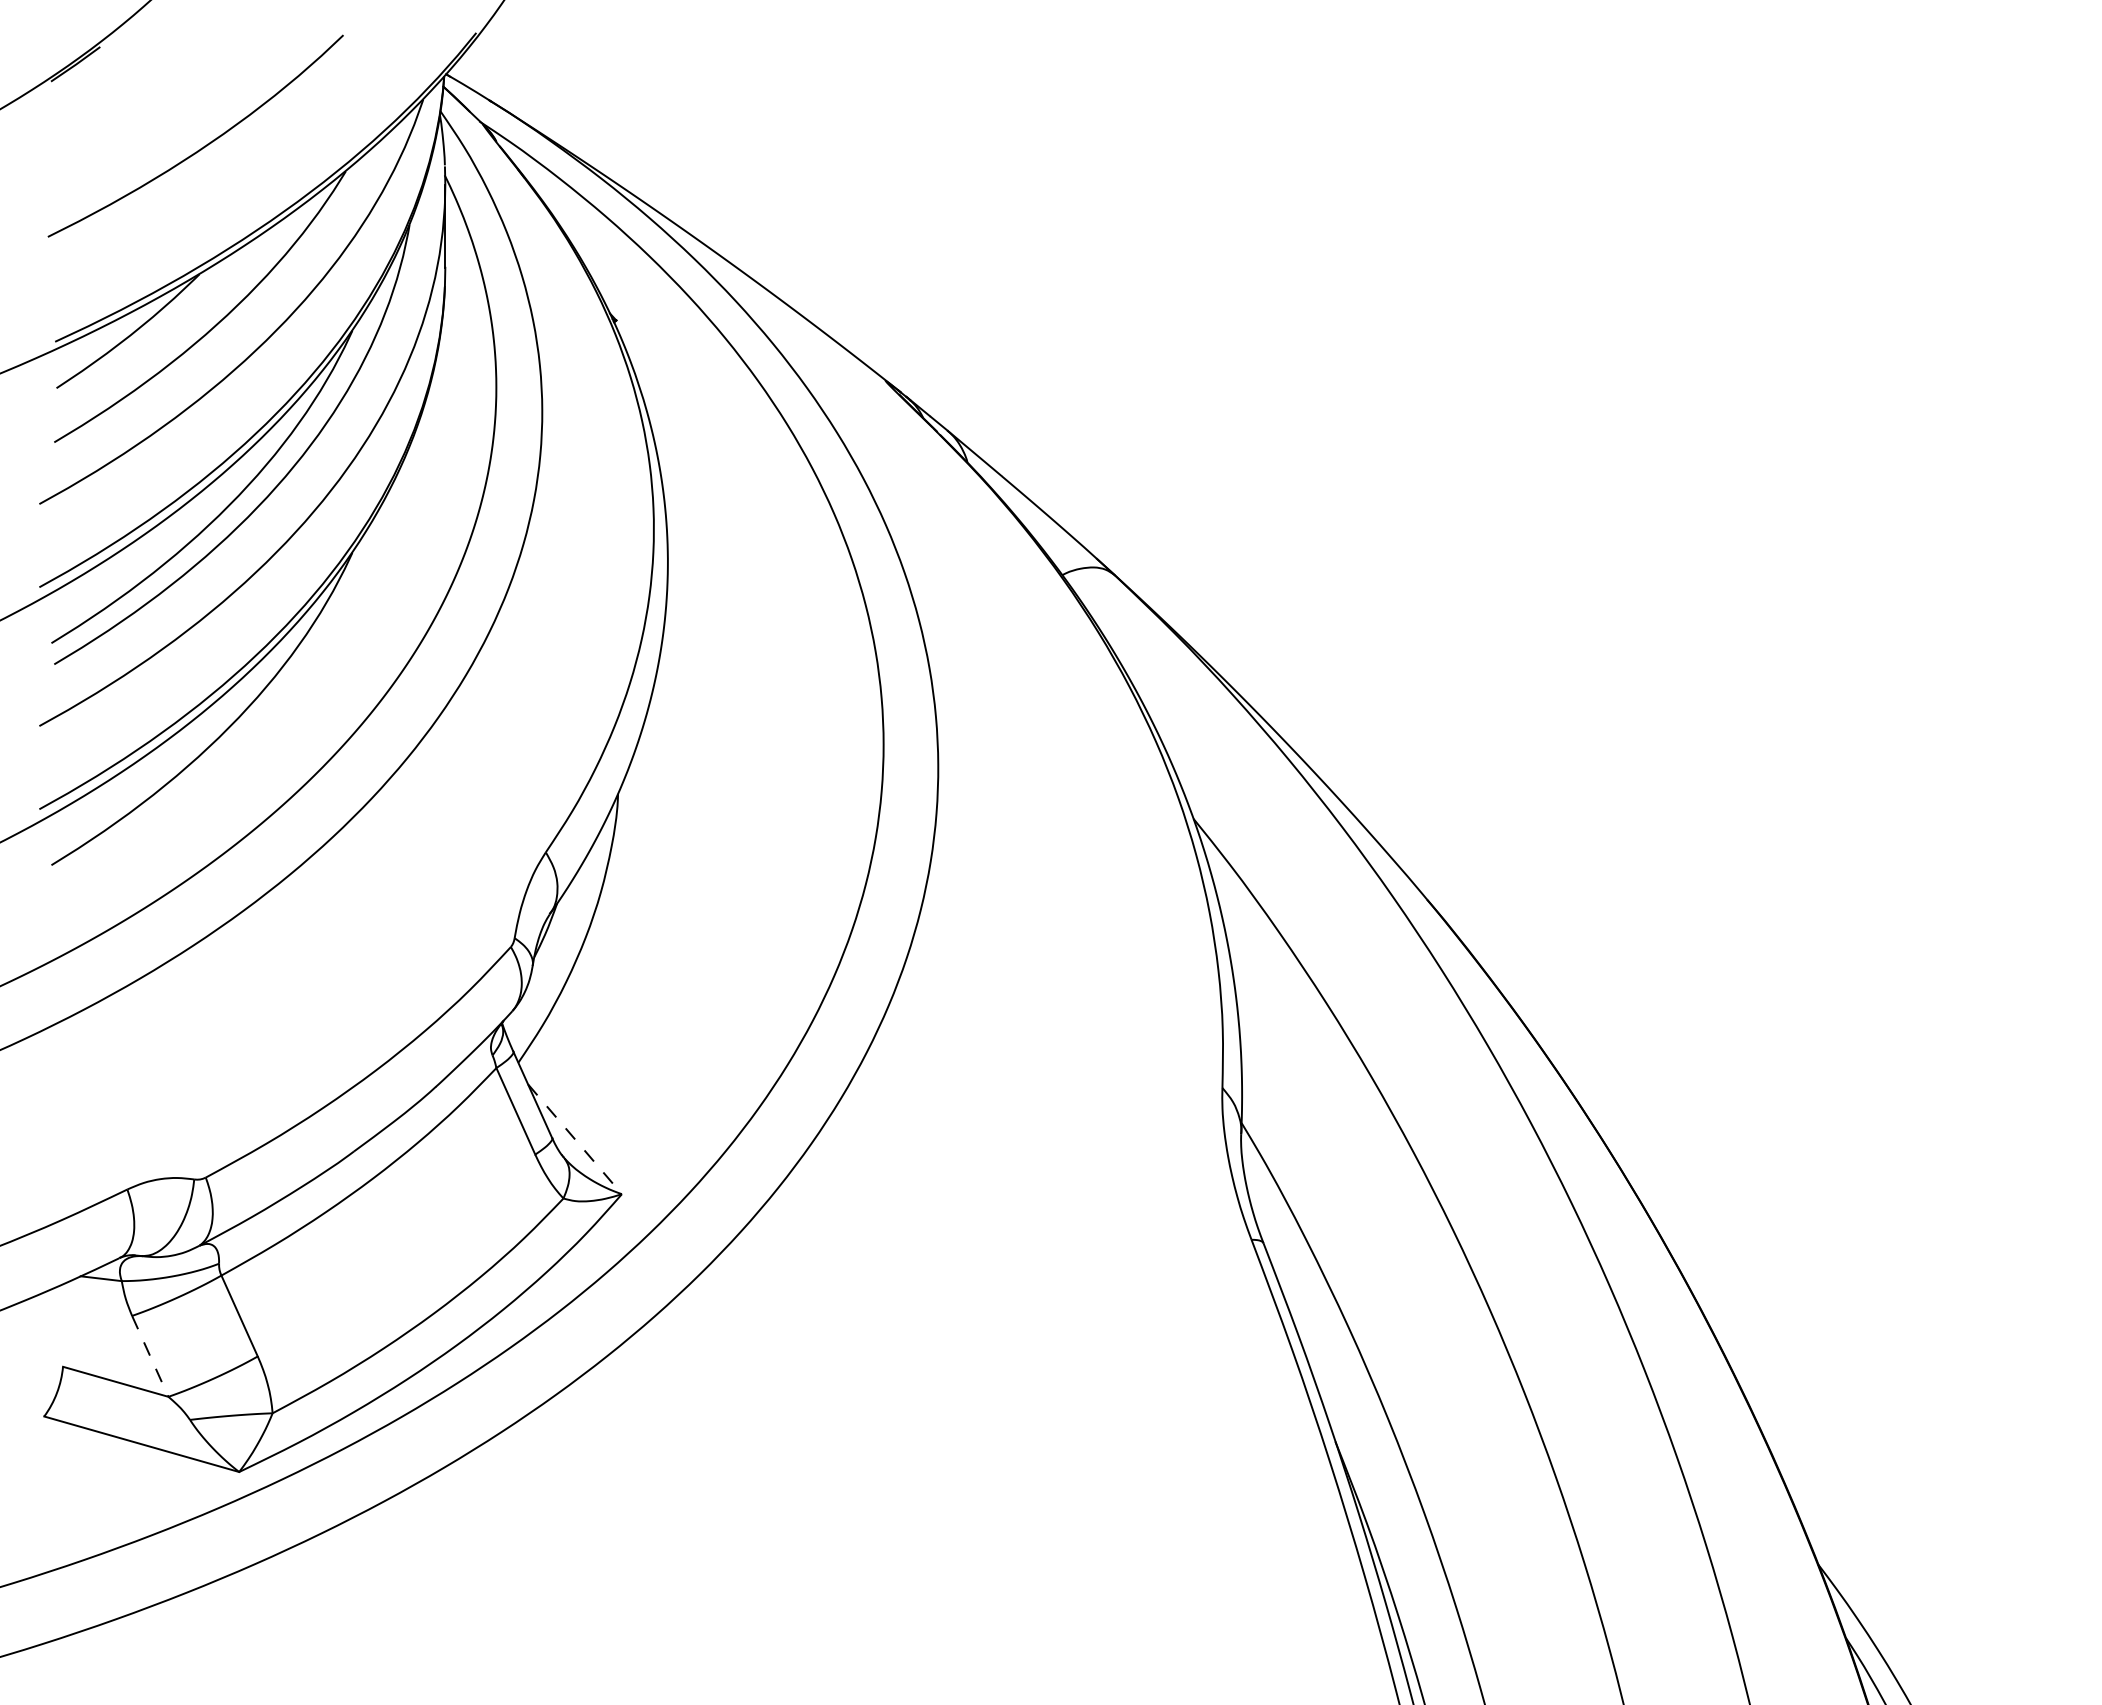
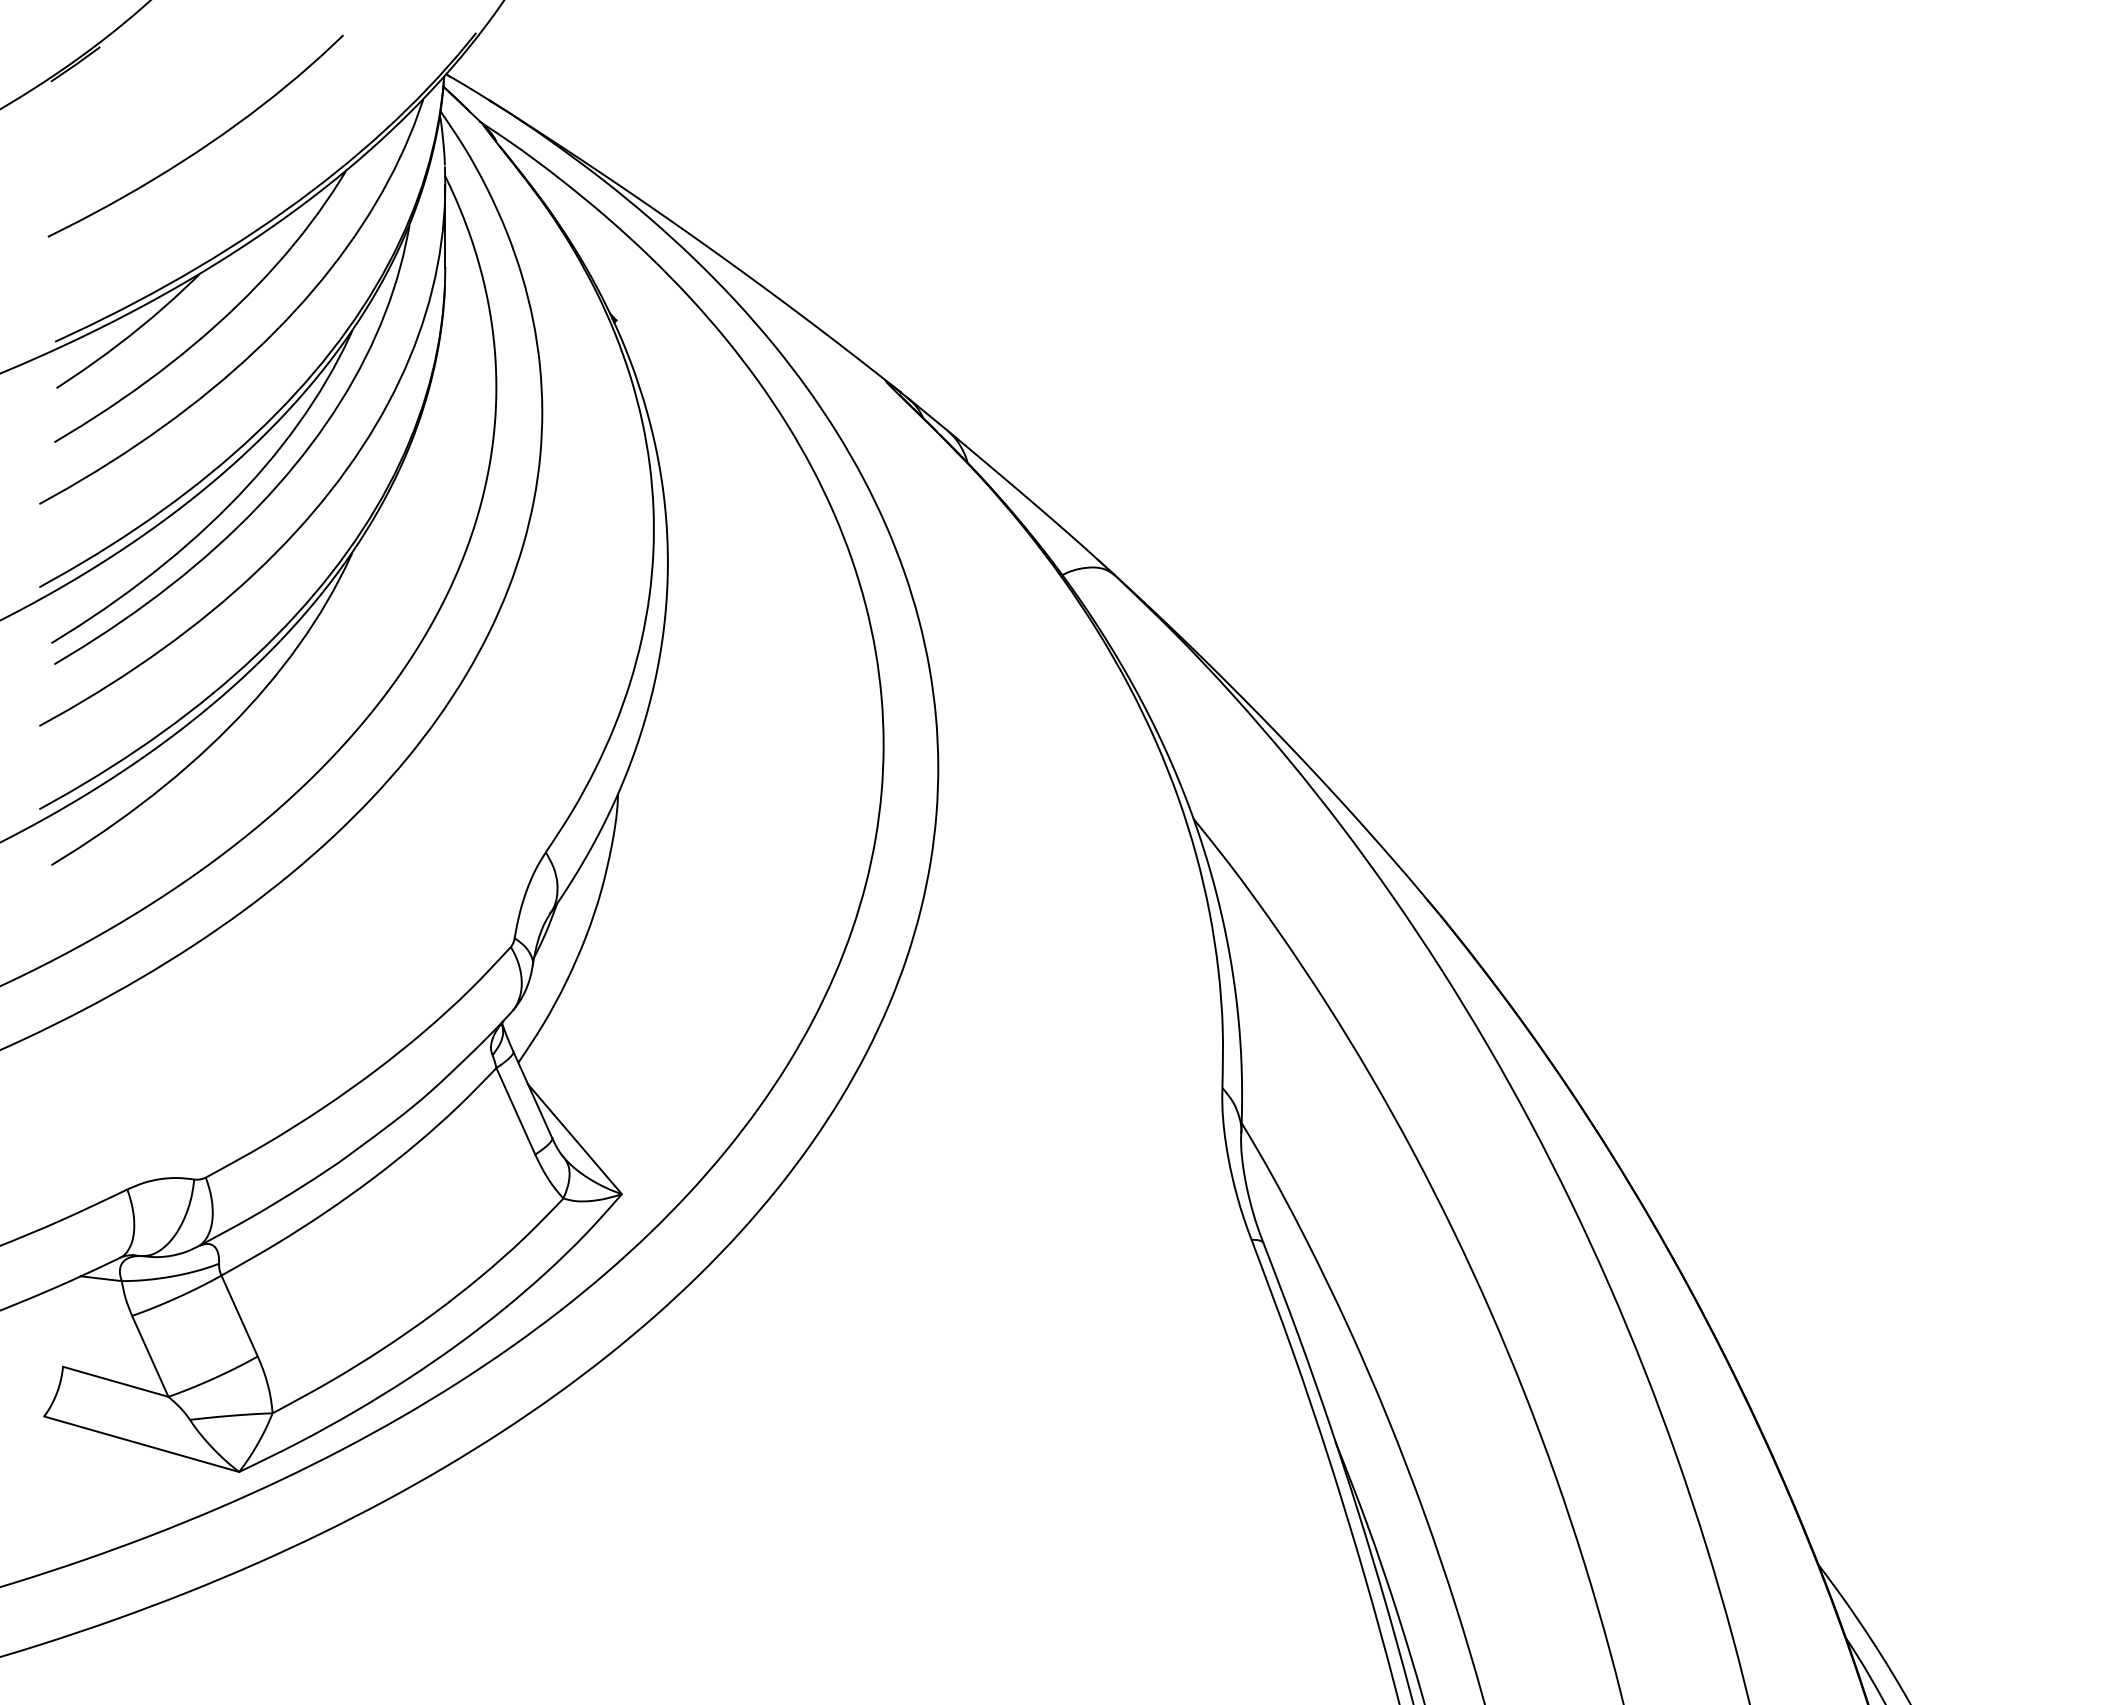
line at (575, 1139): dashed -> solid
line at (150, 1356): dashed -> solid
